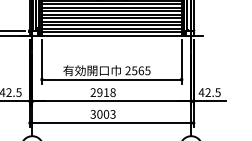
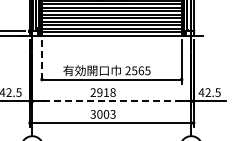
line at (41, 62): solid -> dashed
line at (112, 101): solid -> dashed
